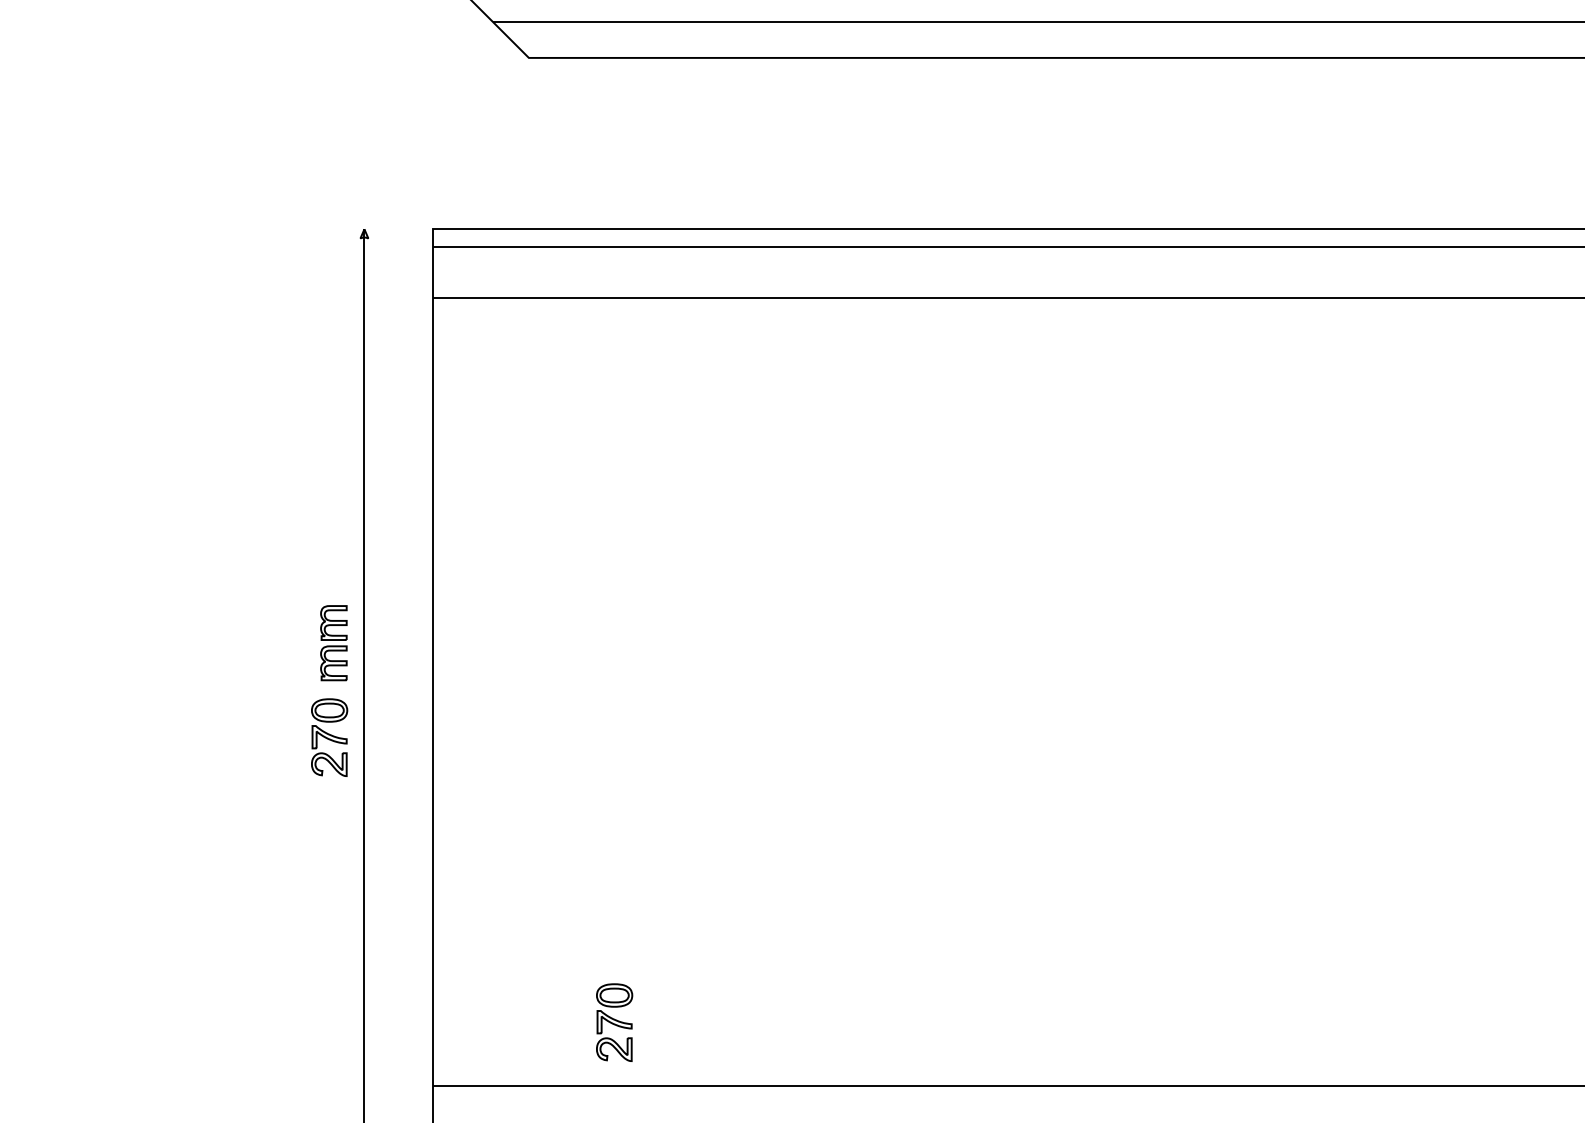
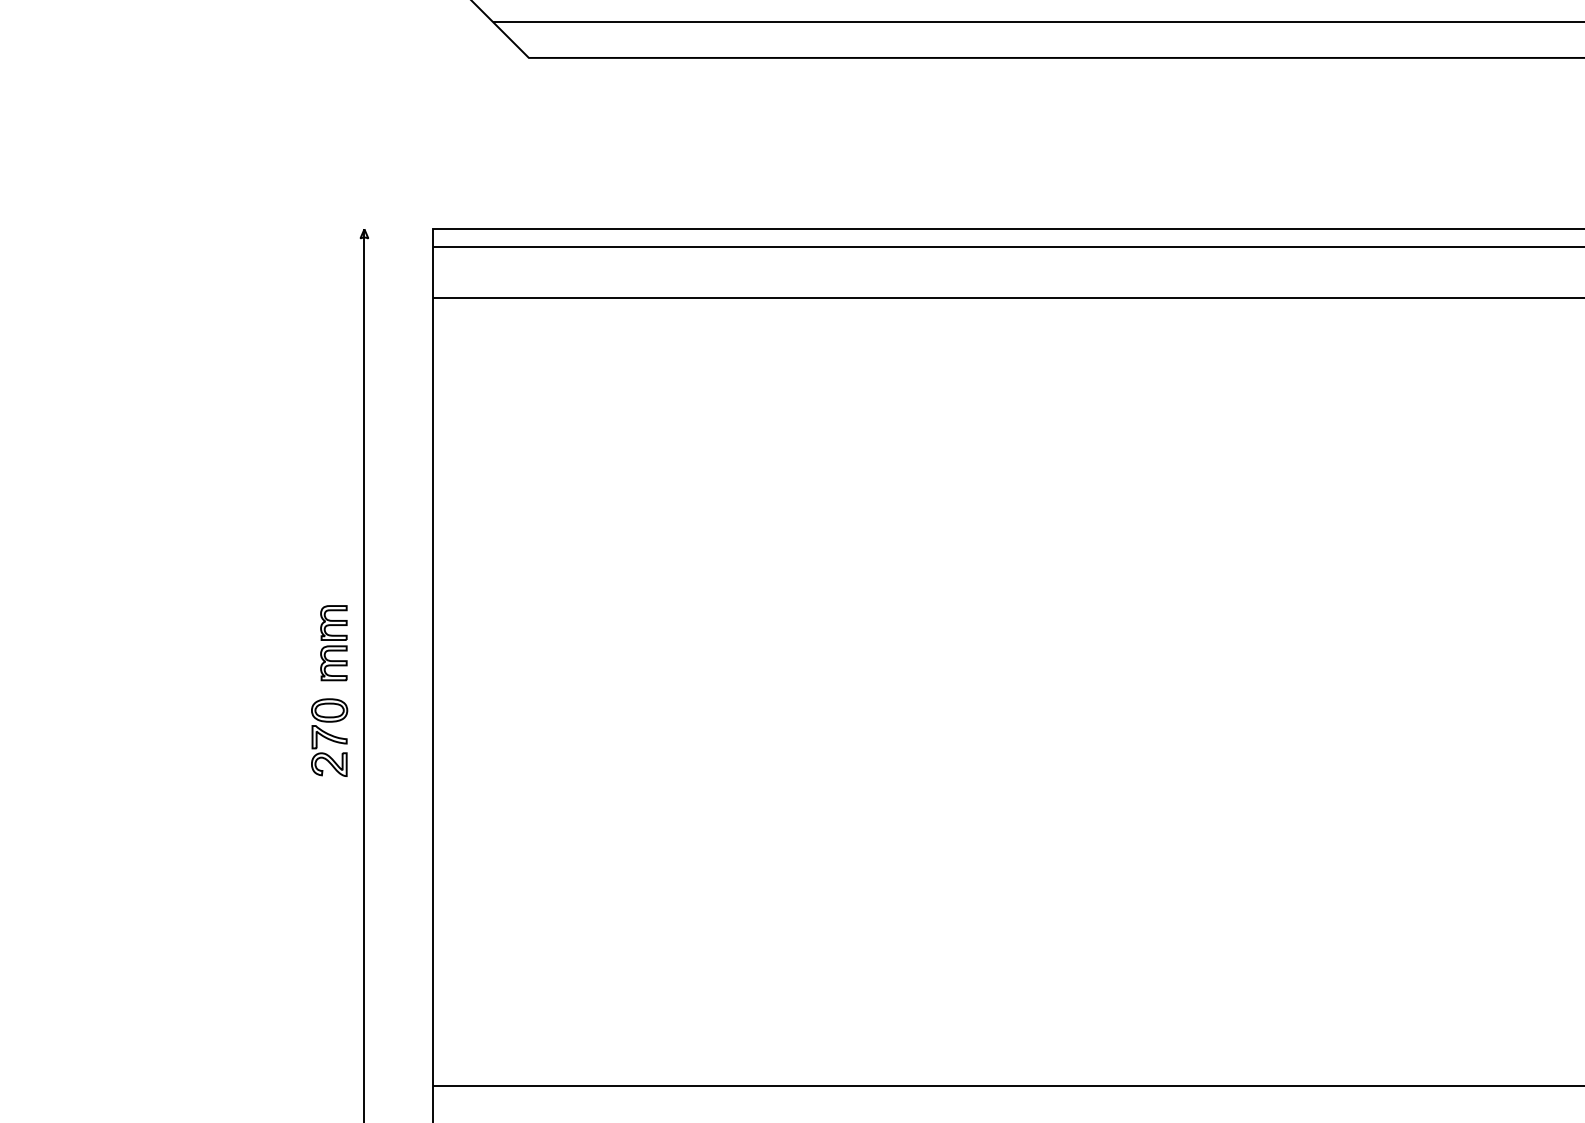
part at (614, 1022): present -> none
